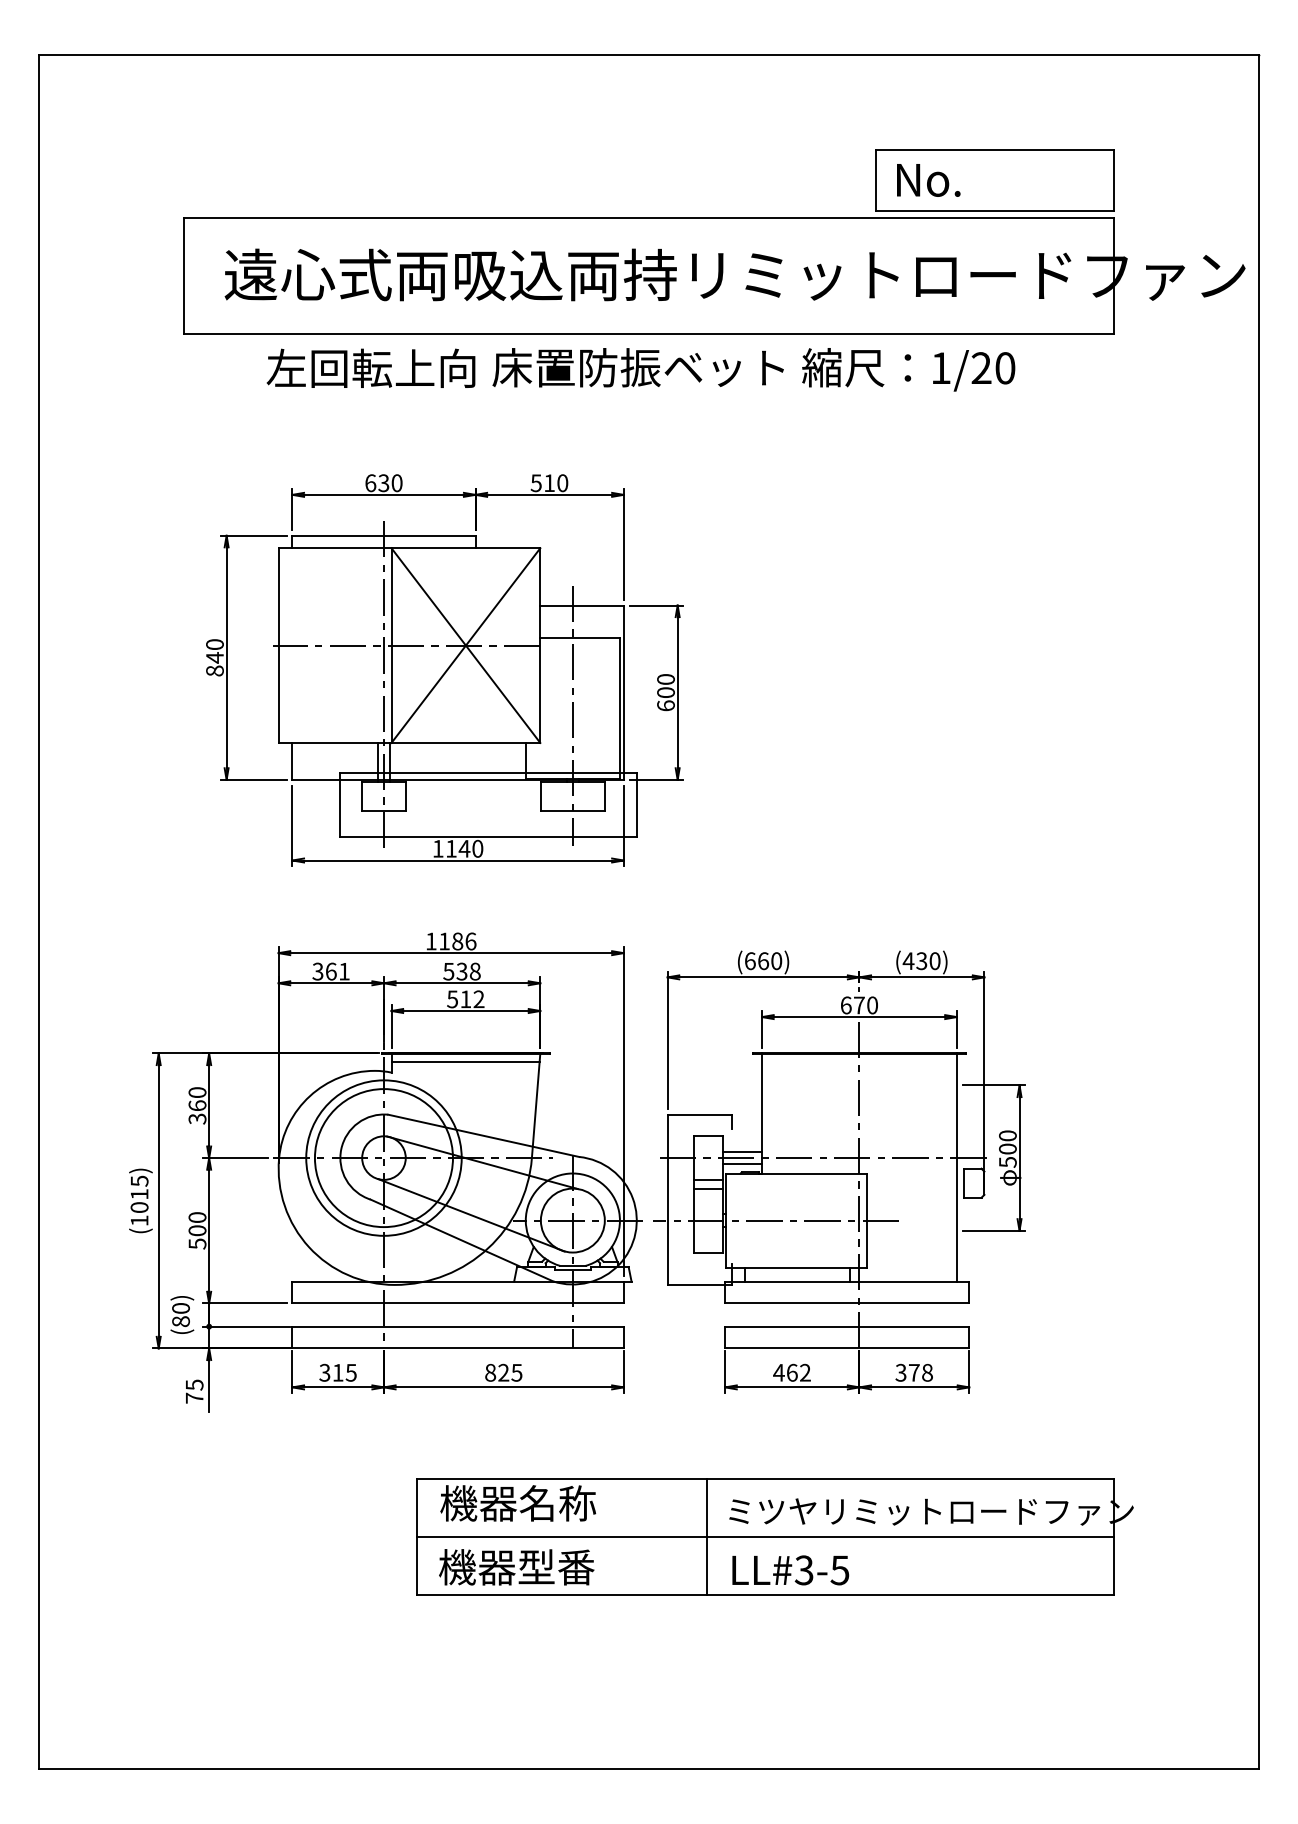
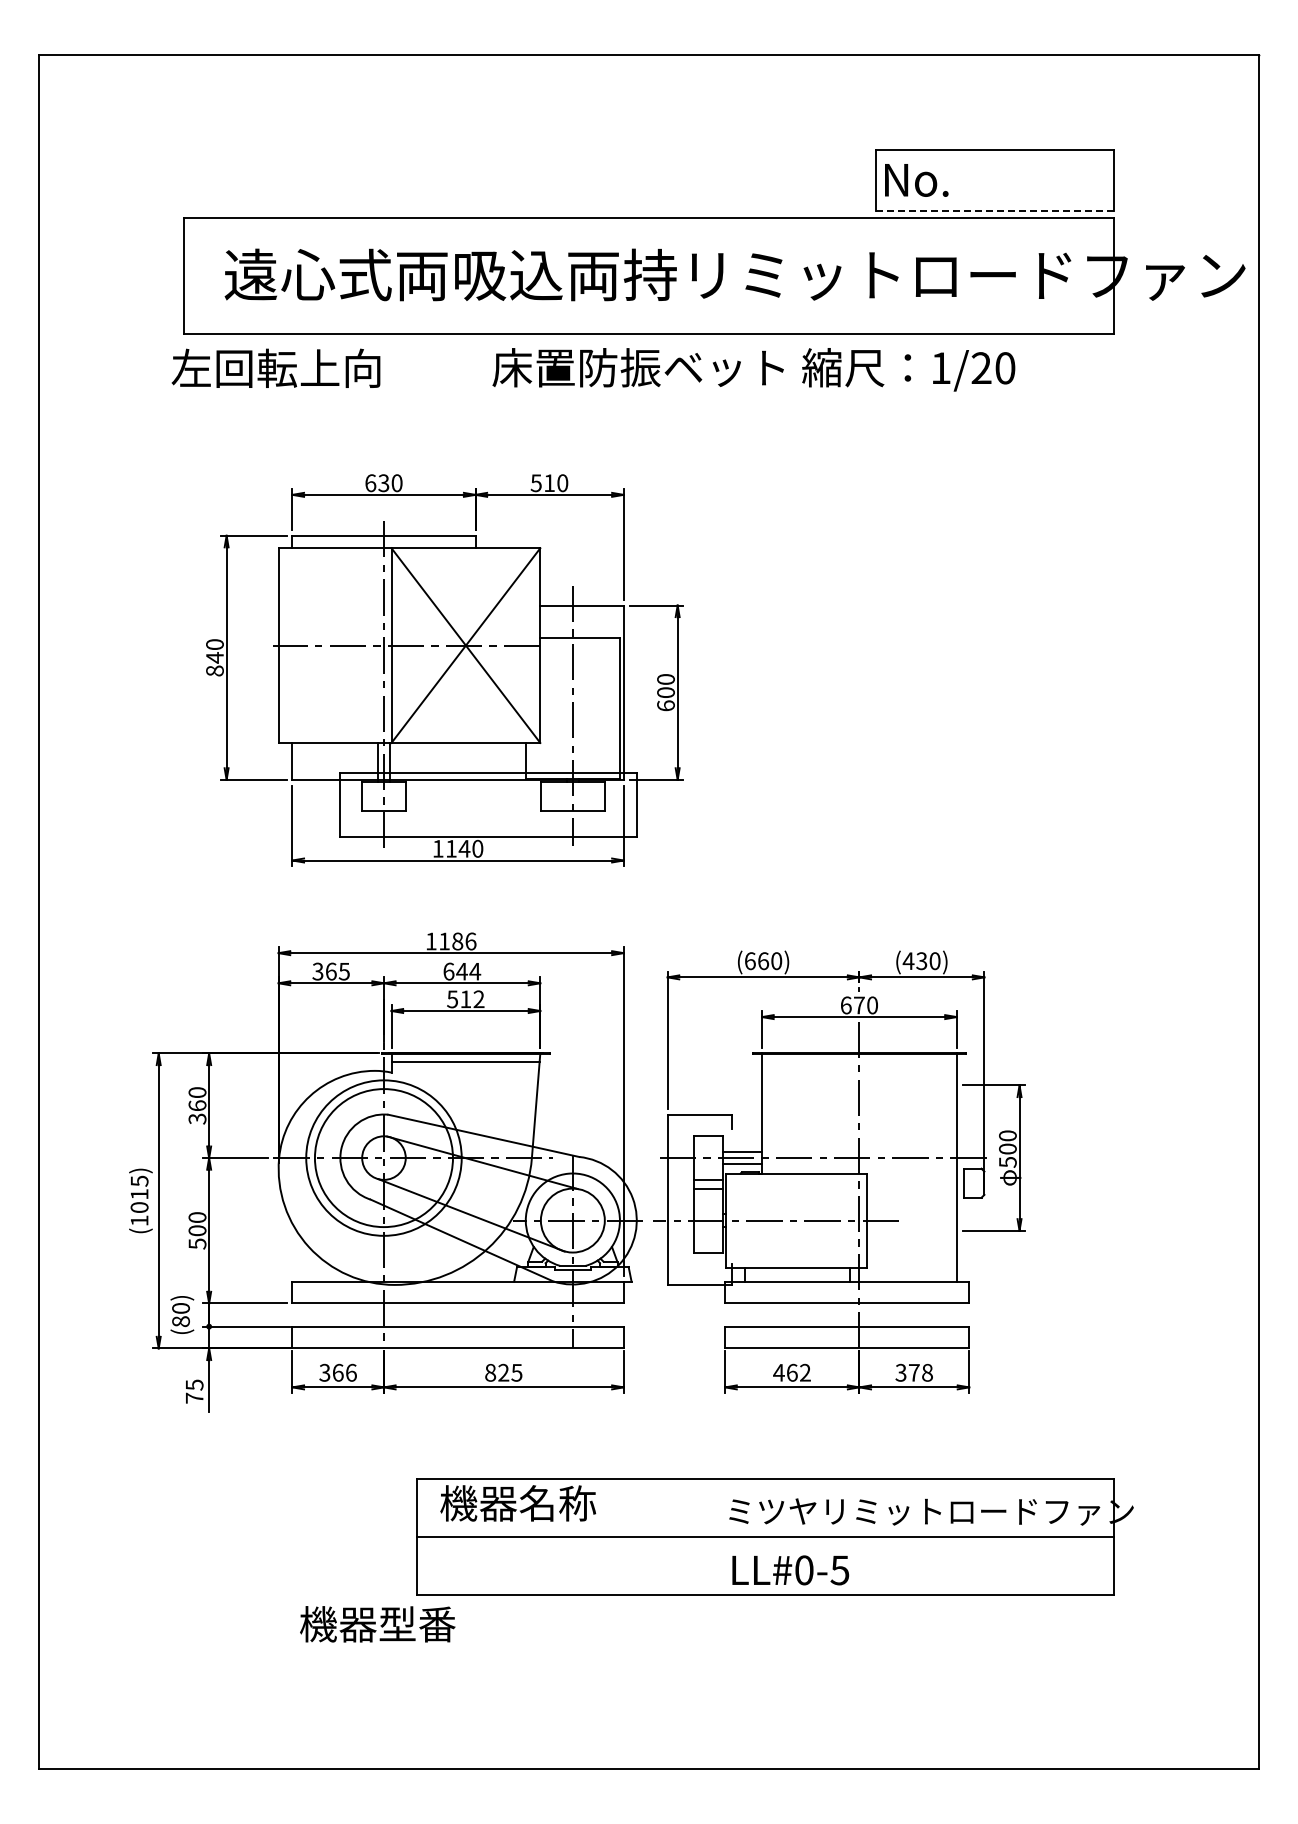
text at (928, 180) position: (928, 180) -> (916, 180)
line at (994, 210): solid -> dashed
text at (370, 367) position: (370, 367) -> (275, 367)
text at (343, 971): 361 -> 365
text at (462, 971): 538 -> 644
text at (344, 1372): 315 -> 366
line at (707, 1536): present -> none
text at (516, 1567) position: (516, 1567) -> (377, 1624)
text at (803, 1570): LL#3-5 -> LL#0-5
